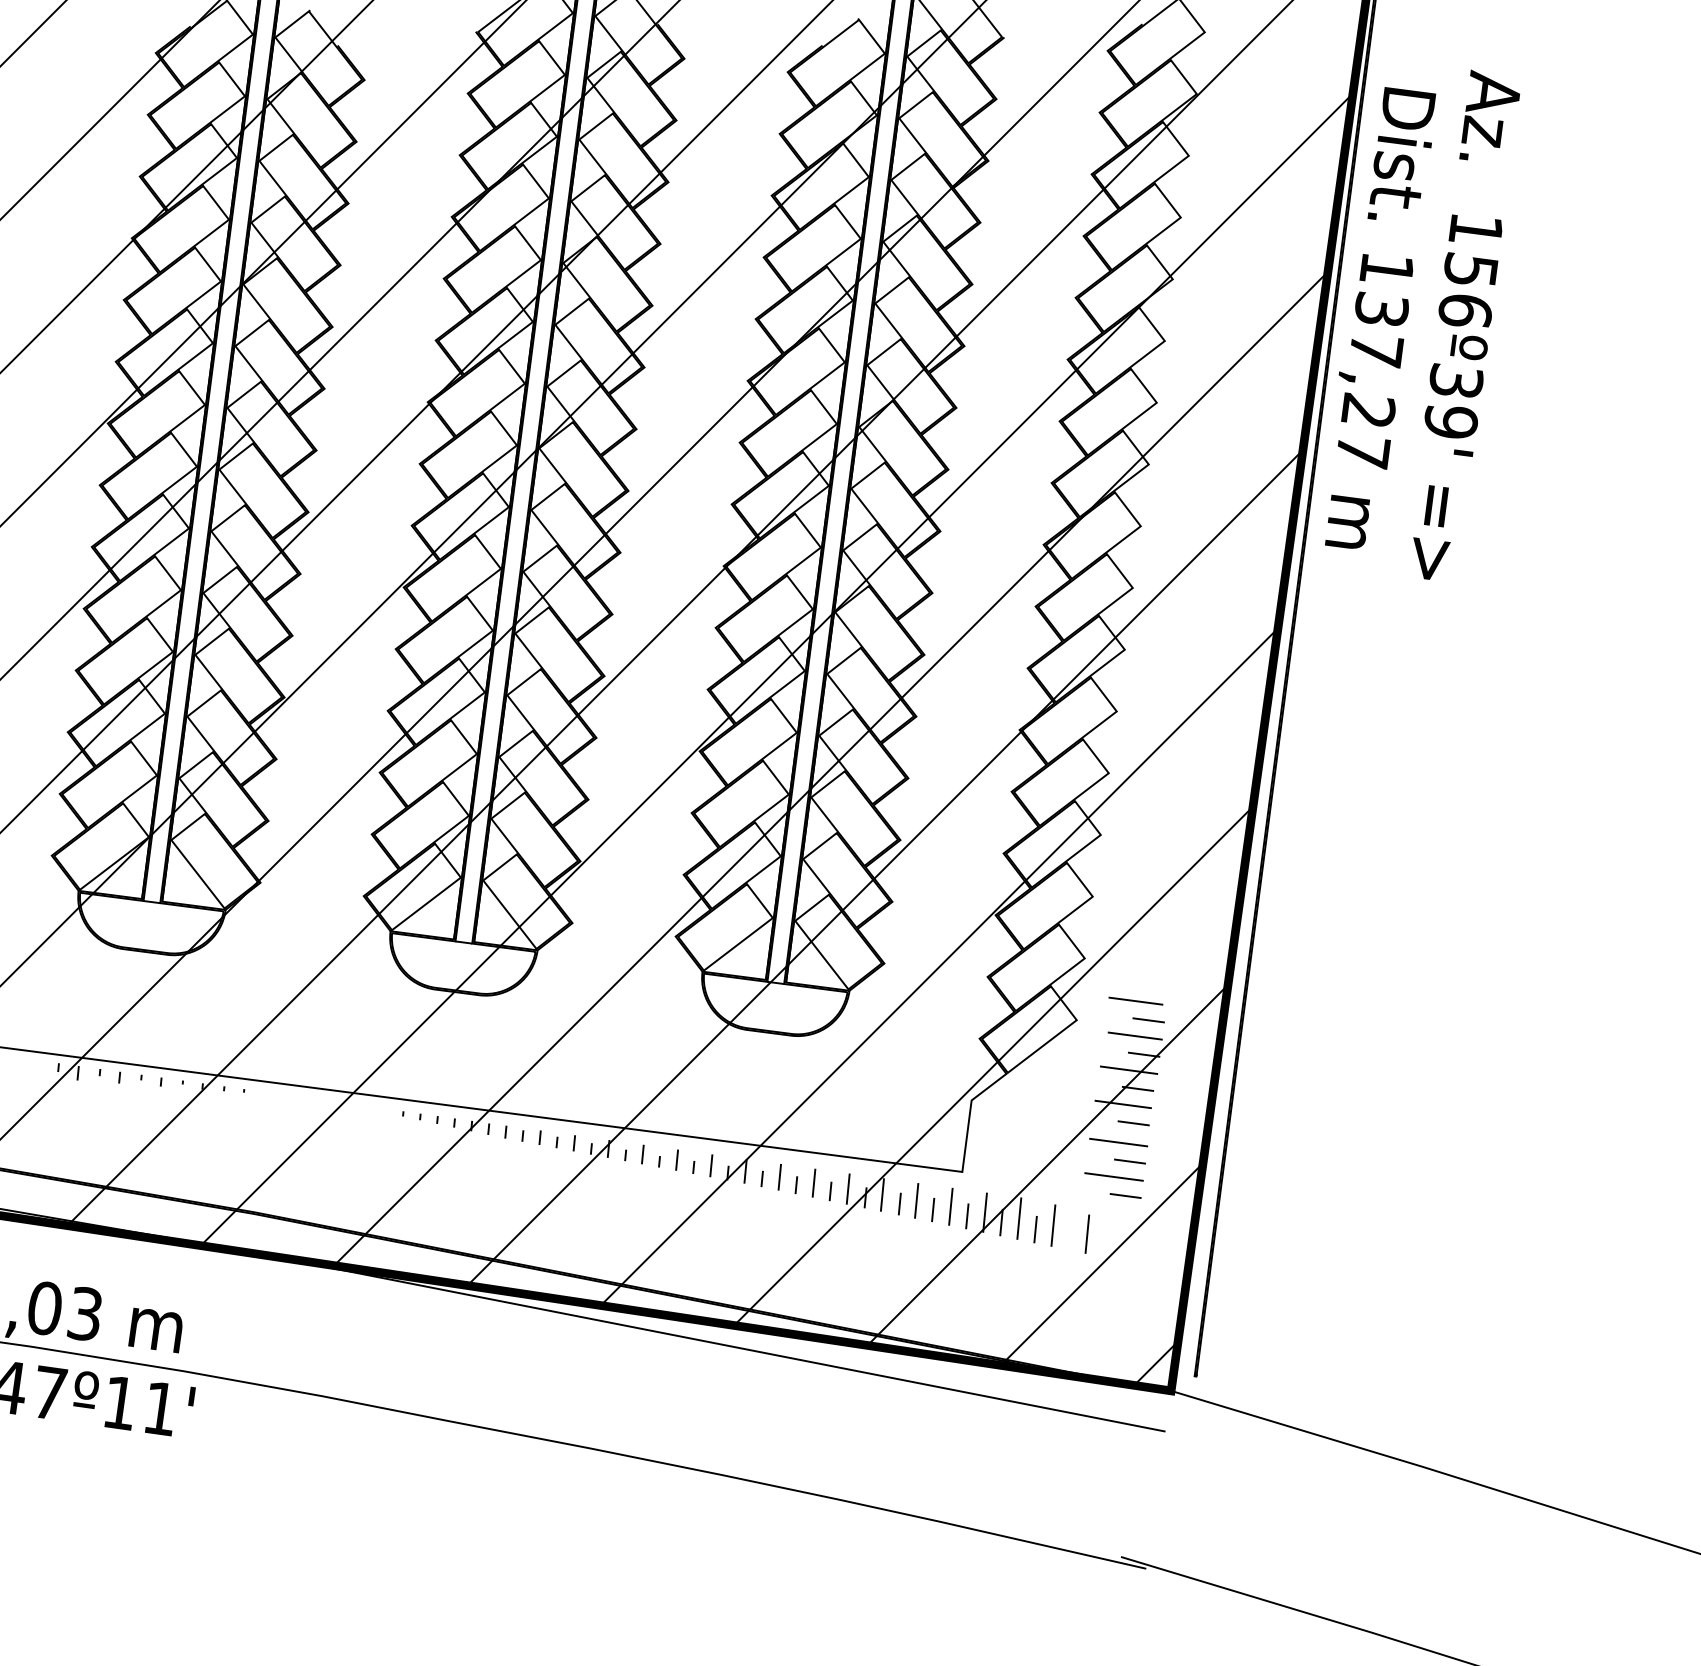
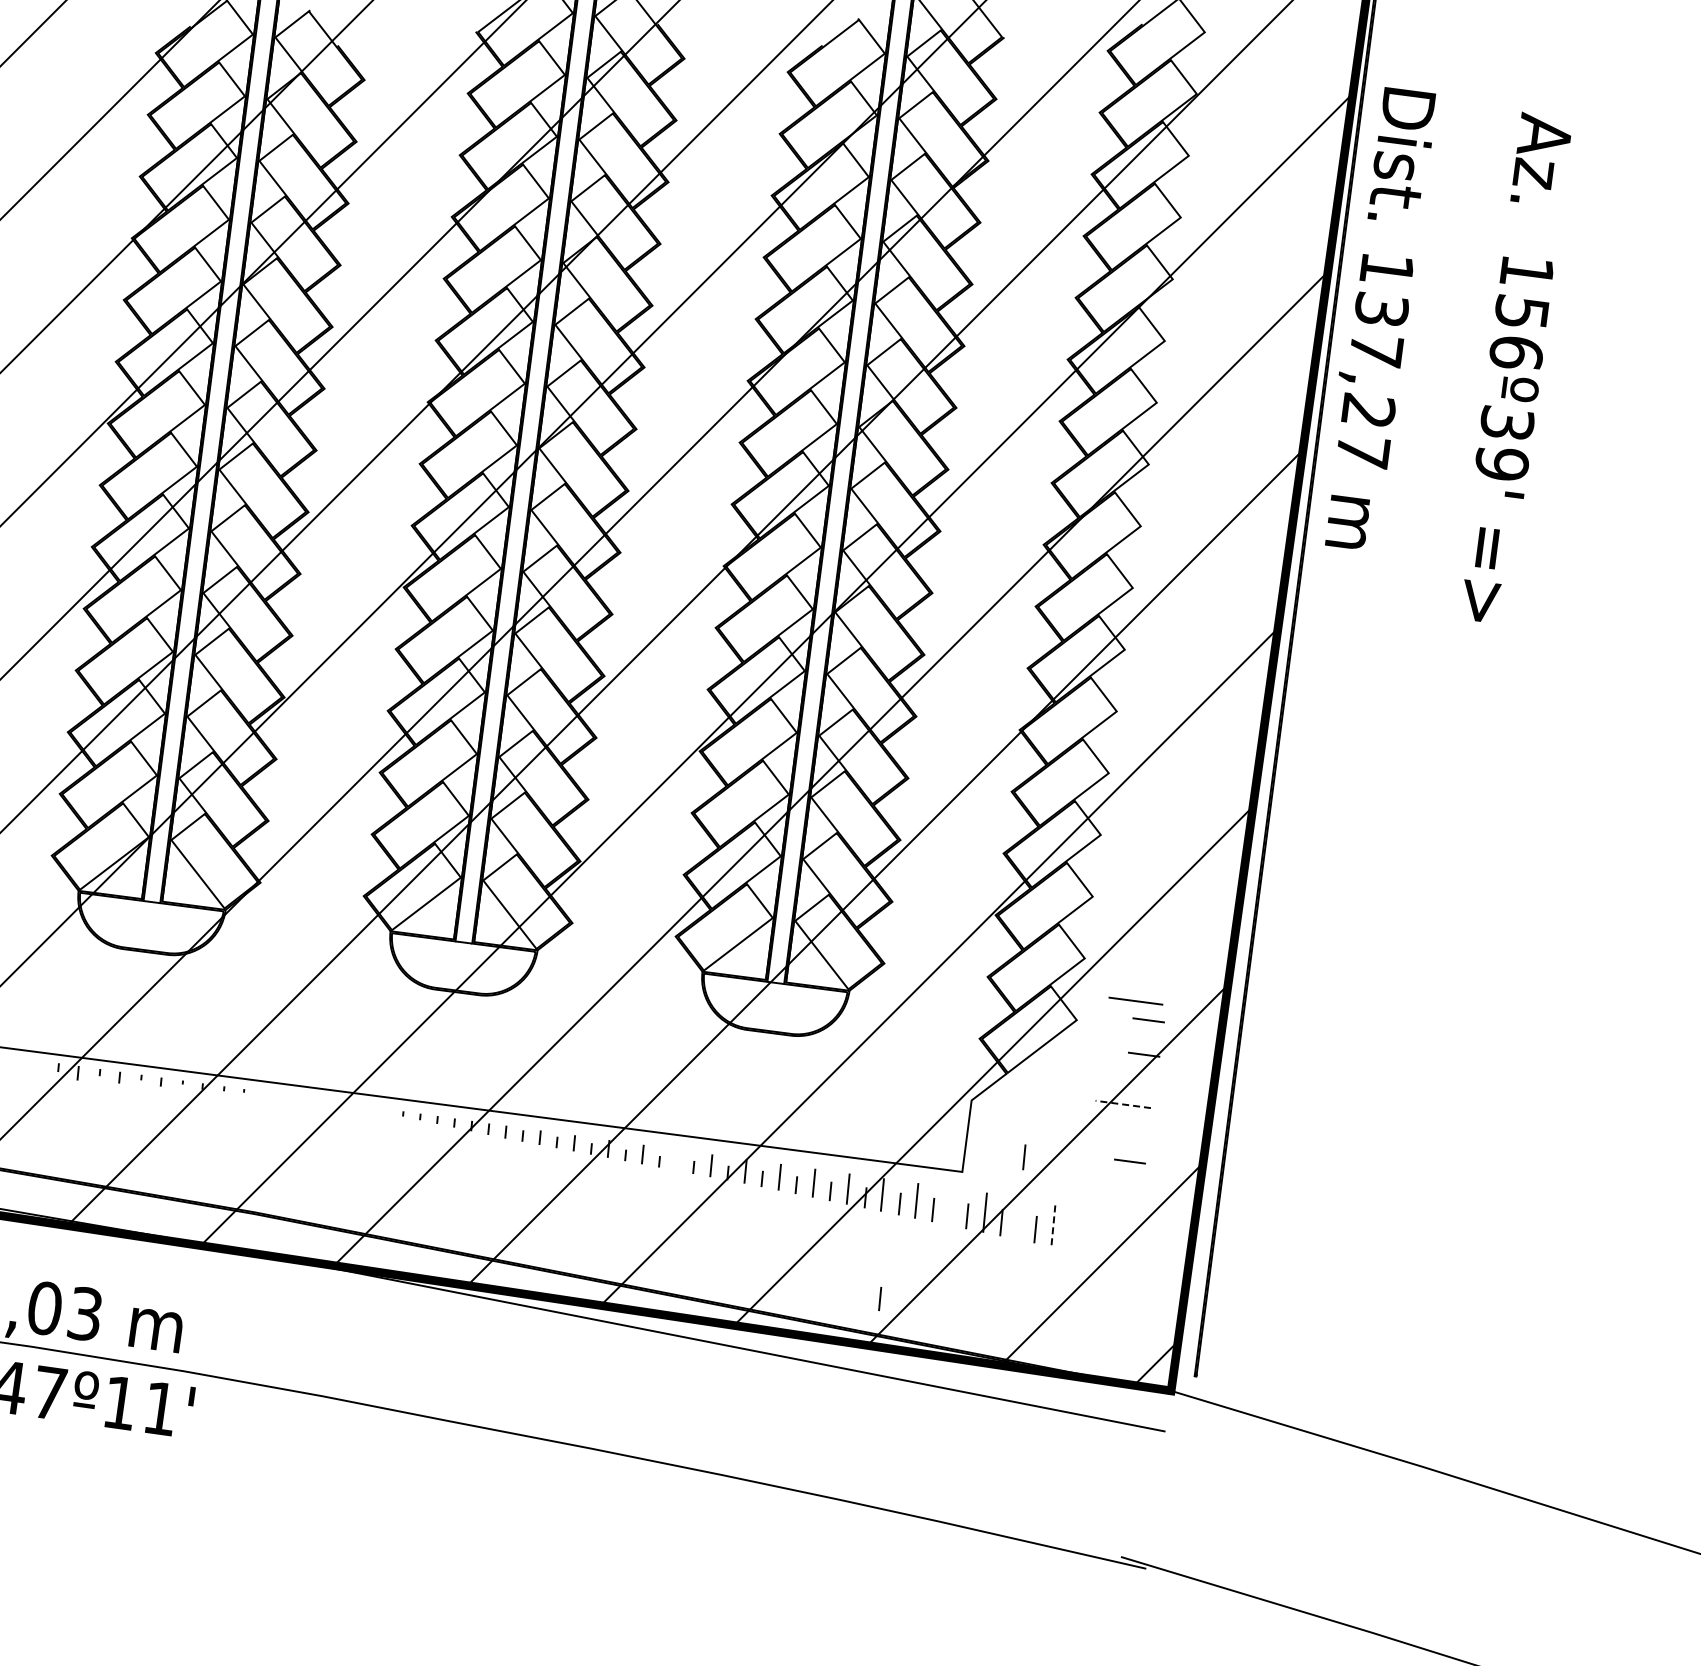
text at (1466, 324) position: (1466, 324) -> (1517, 366)
line at (1134, 1035): present -> none
line at (1128, 1069): present -> none
line at (1137, 1088): present -> none
line at (1123, 1104): solid -> dashed
line at (1133, 1123): present -> none
line at (1118, 1142): present -> none
line at (1024, 1157): none -> present
line at (676, 1159): present -> none
line at (1113, 1176): present -> none
line at (1125, 1195): present -> none
line at (950, 1206): present -> none
line at (1019, 1218): present -> none
line at (1053, 1226): solid -> dashed
line at (1087, 1233): present -> none
line at (880, 1299): none -> present
